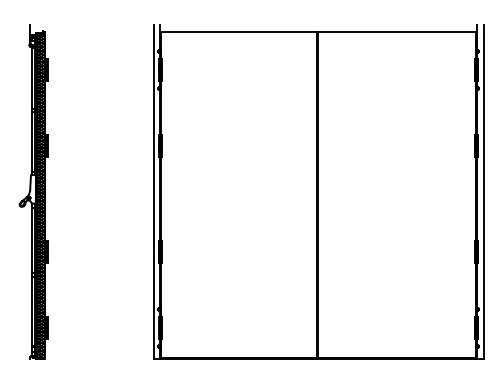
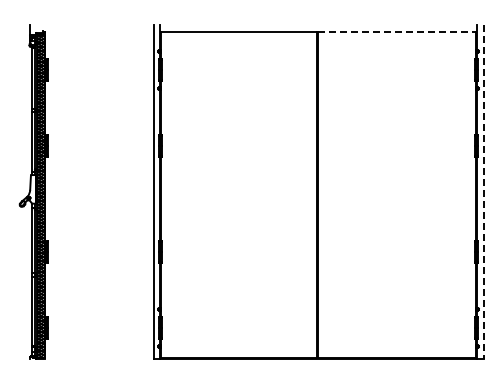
line at (397, 31): solid -> dashed
line at (483, 191): solid -> dashed
